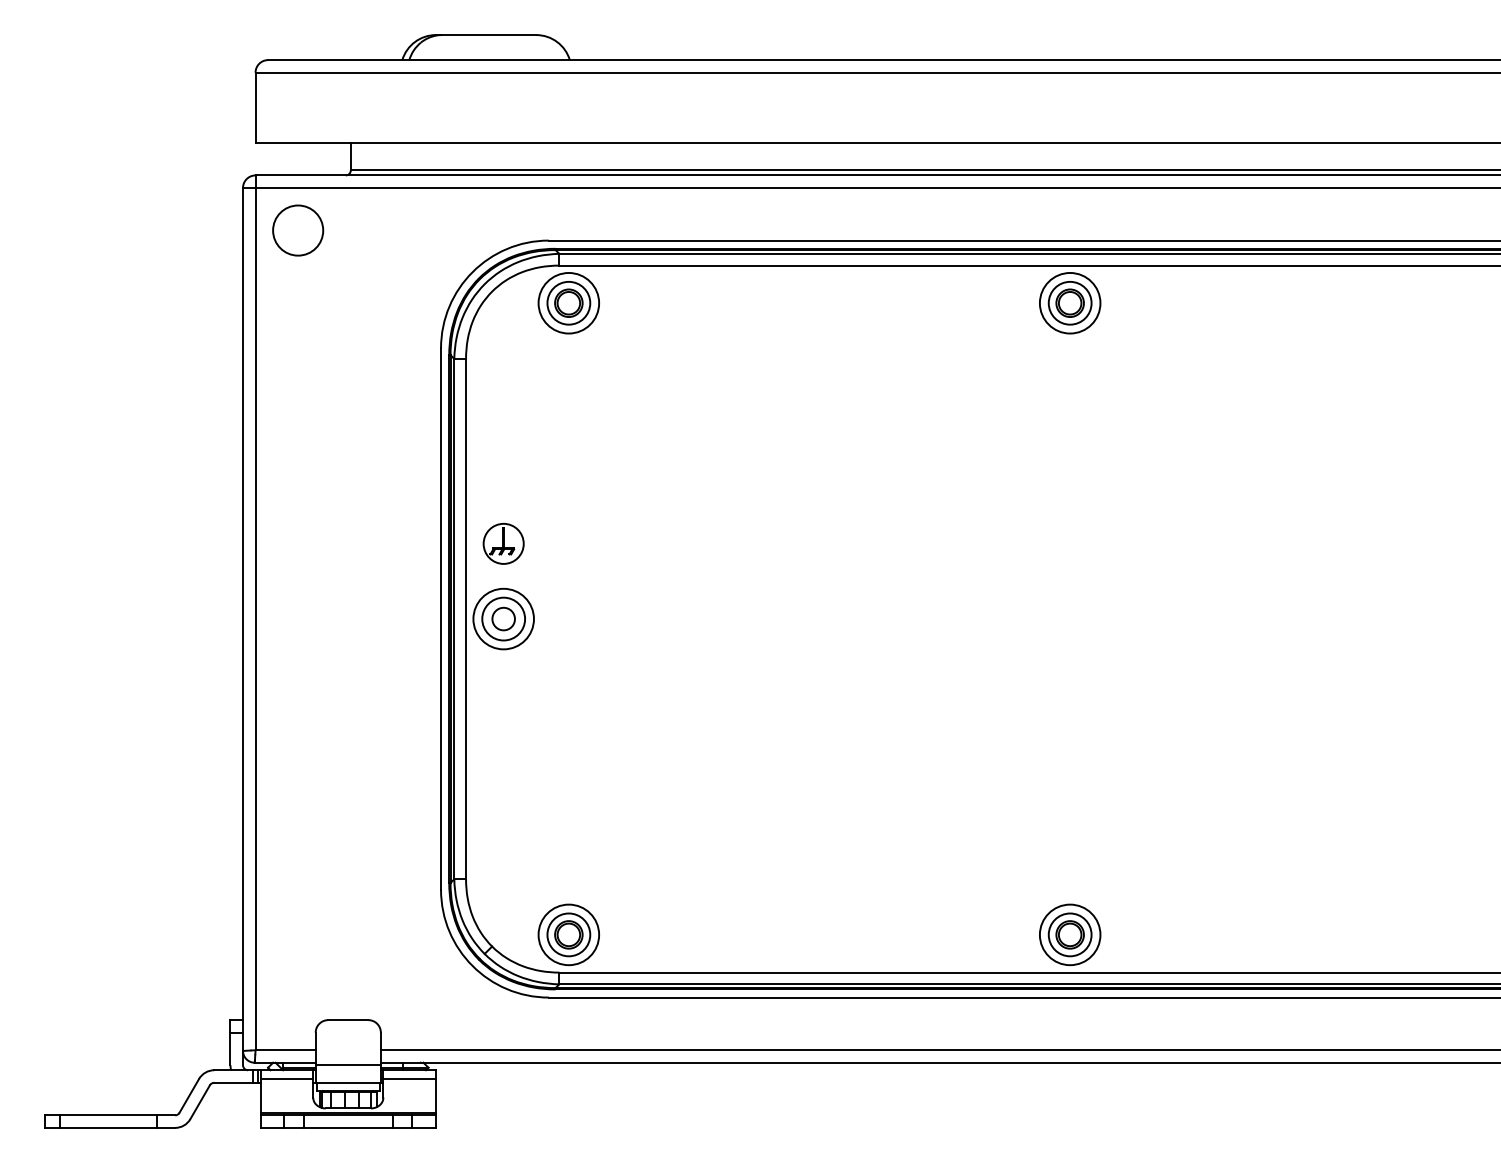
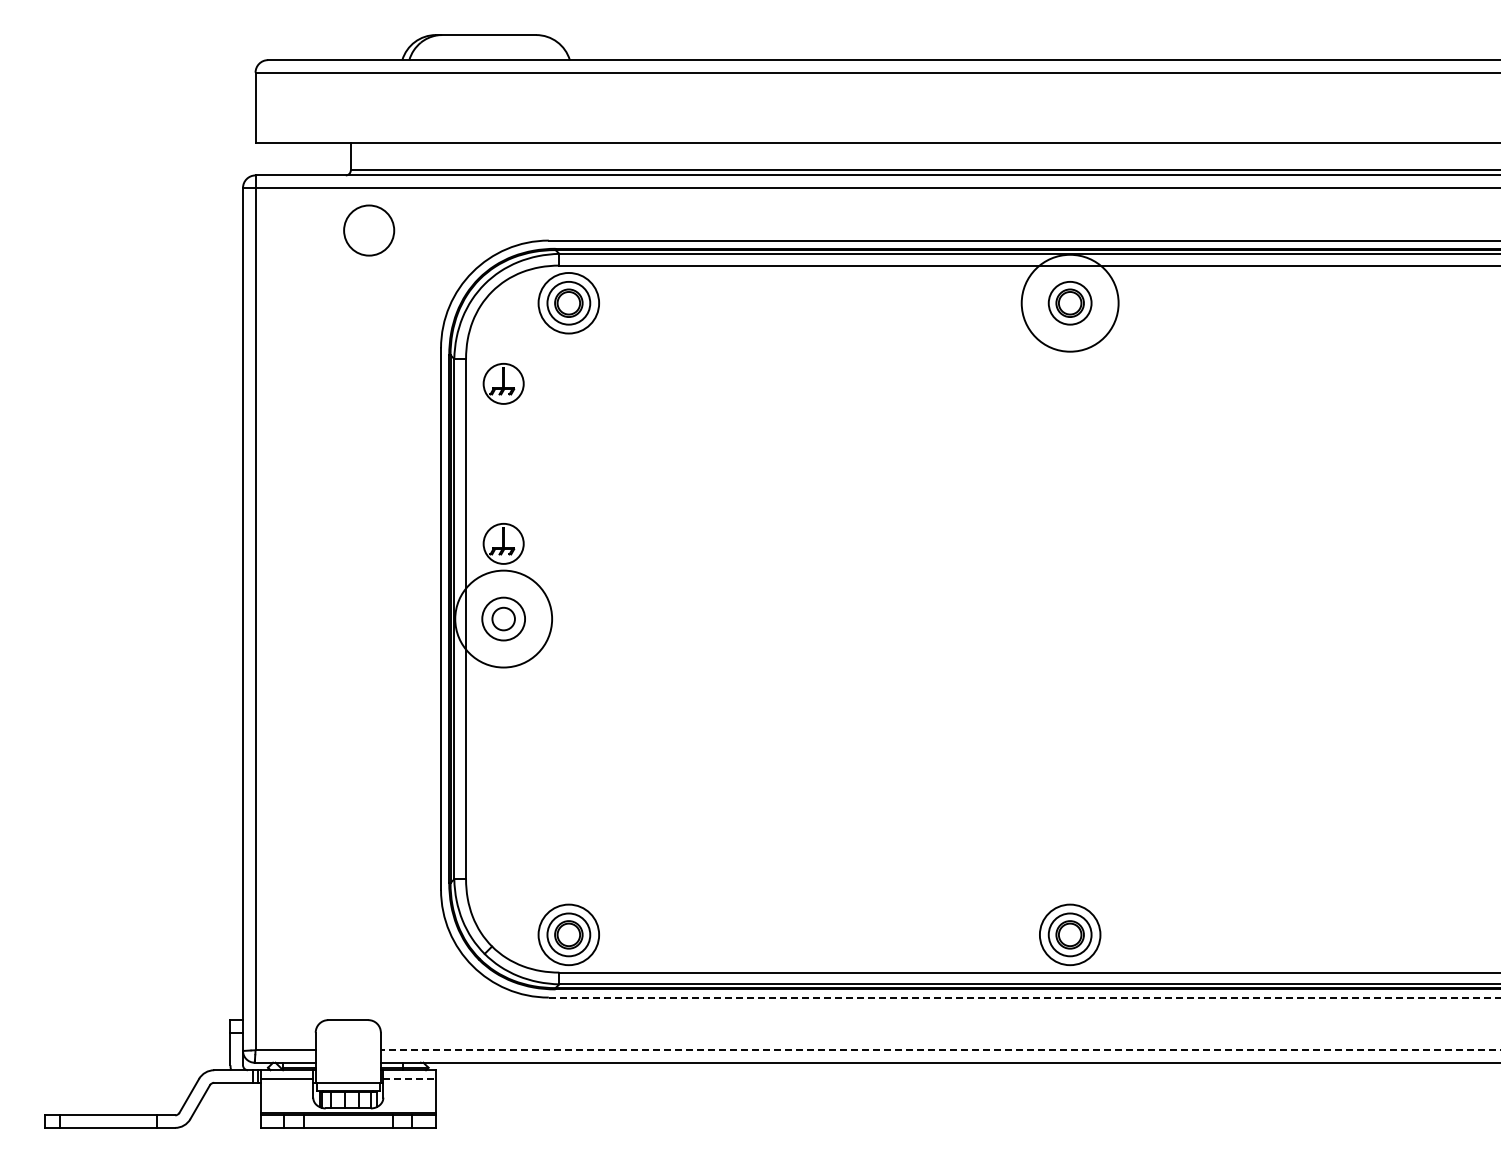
circle at (298, 230) position: (298, 230) -> (369, 230)
circle at (1069, 302) diameter: 61 px -> 97 px
part at (503, 383): none -> present
circle at (503, 618) diameter: 61 px -> 97 px
line at (1024, 997): solid -> dashed
line at (940, 1050): solid -> dashed
line at (347, 1065): present -> none
line at (410, 1079): solid -> dashed
